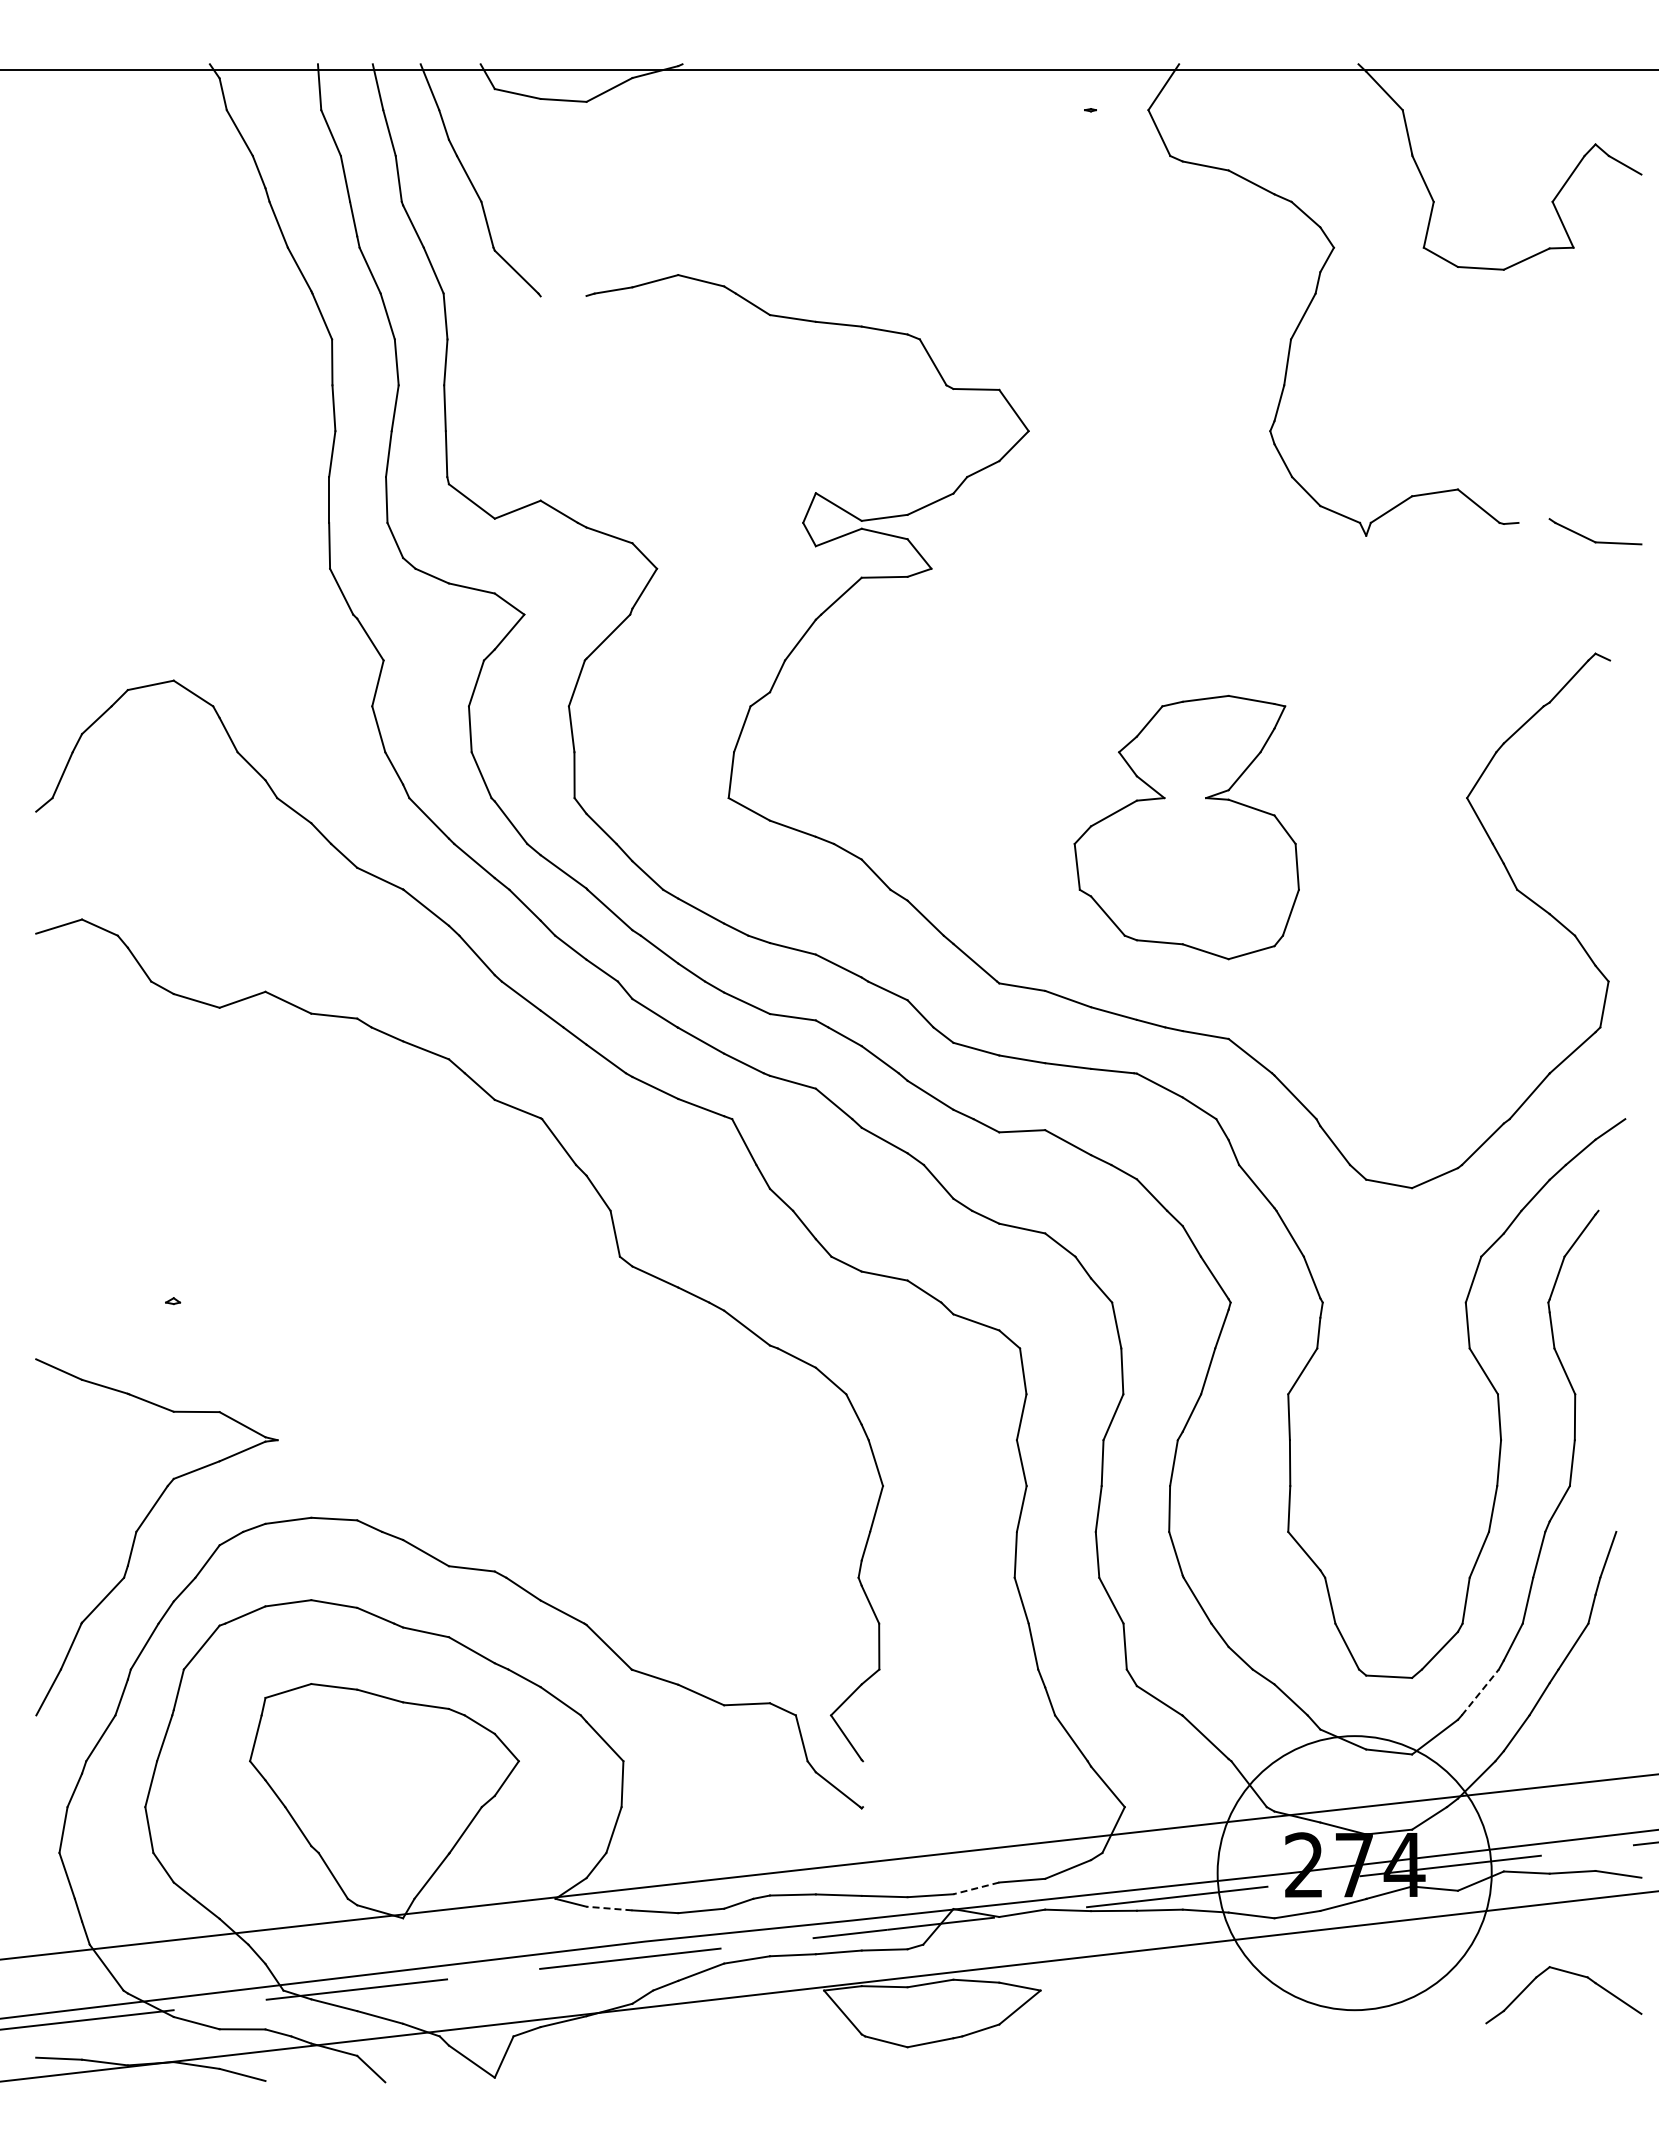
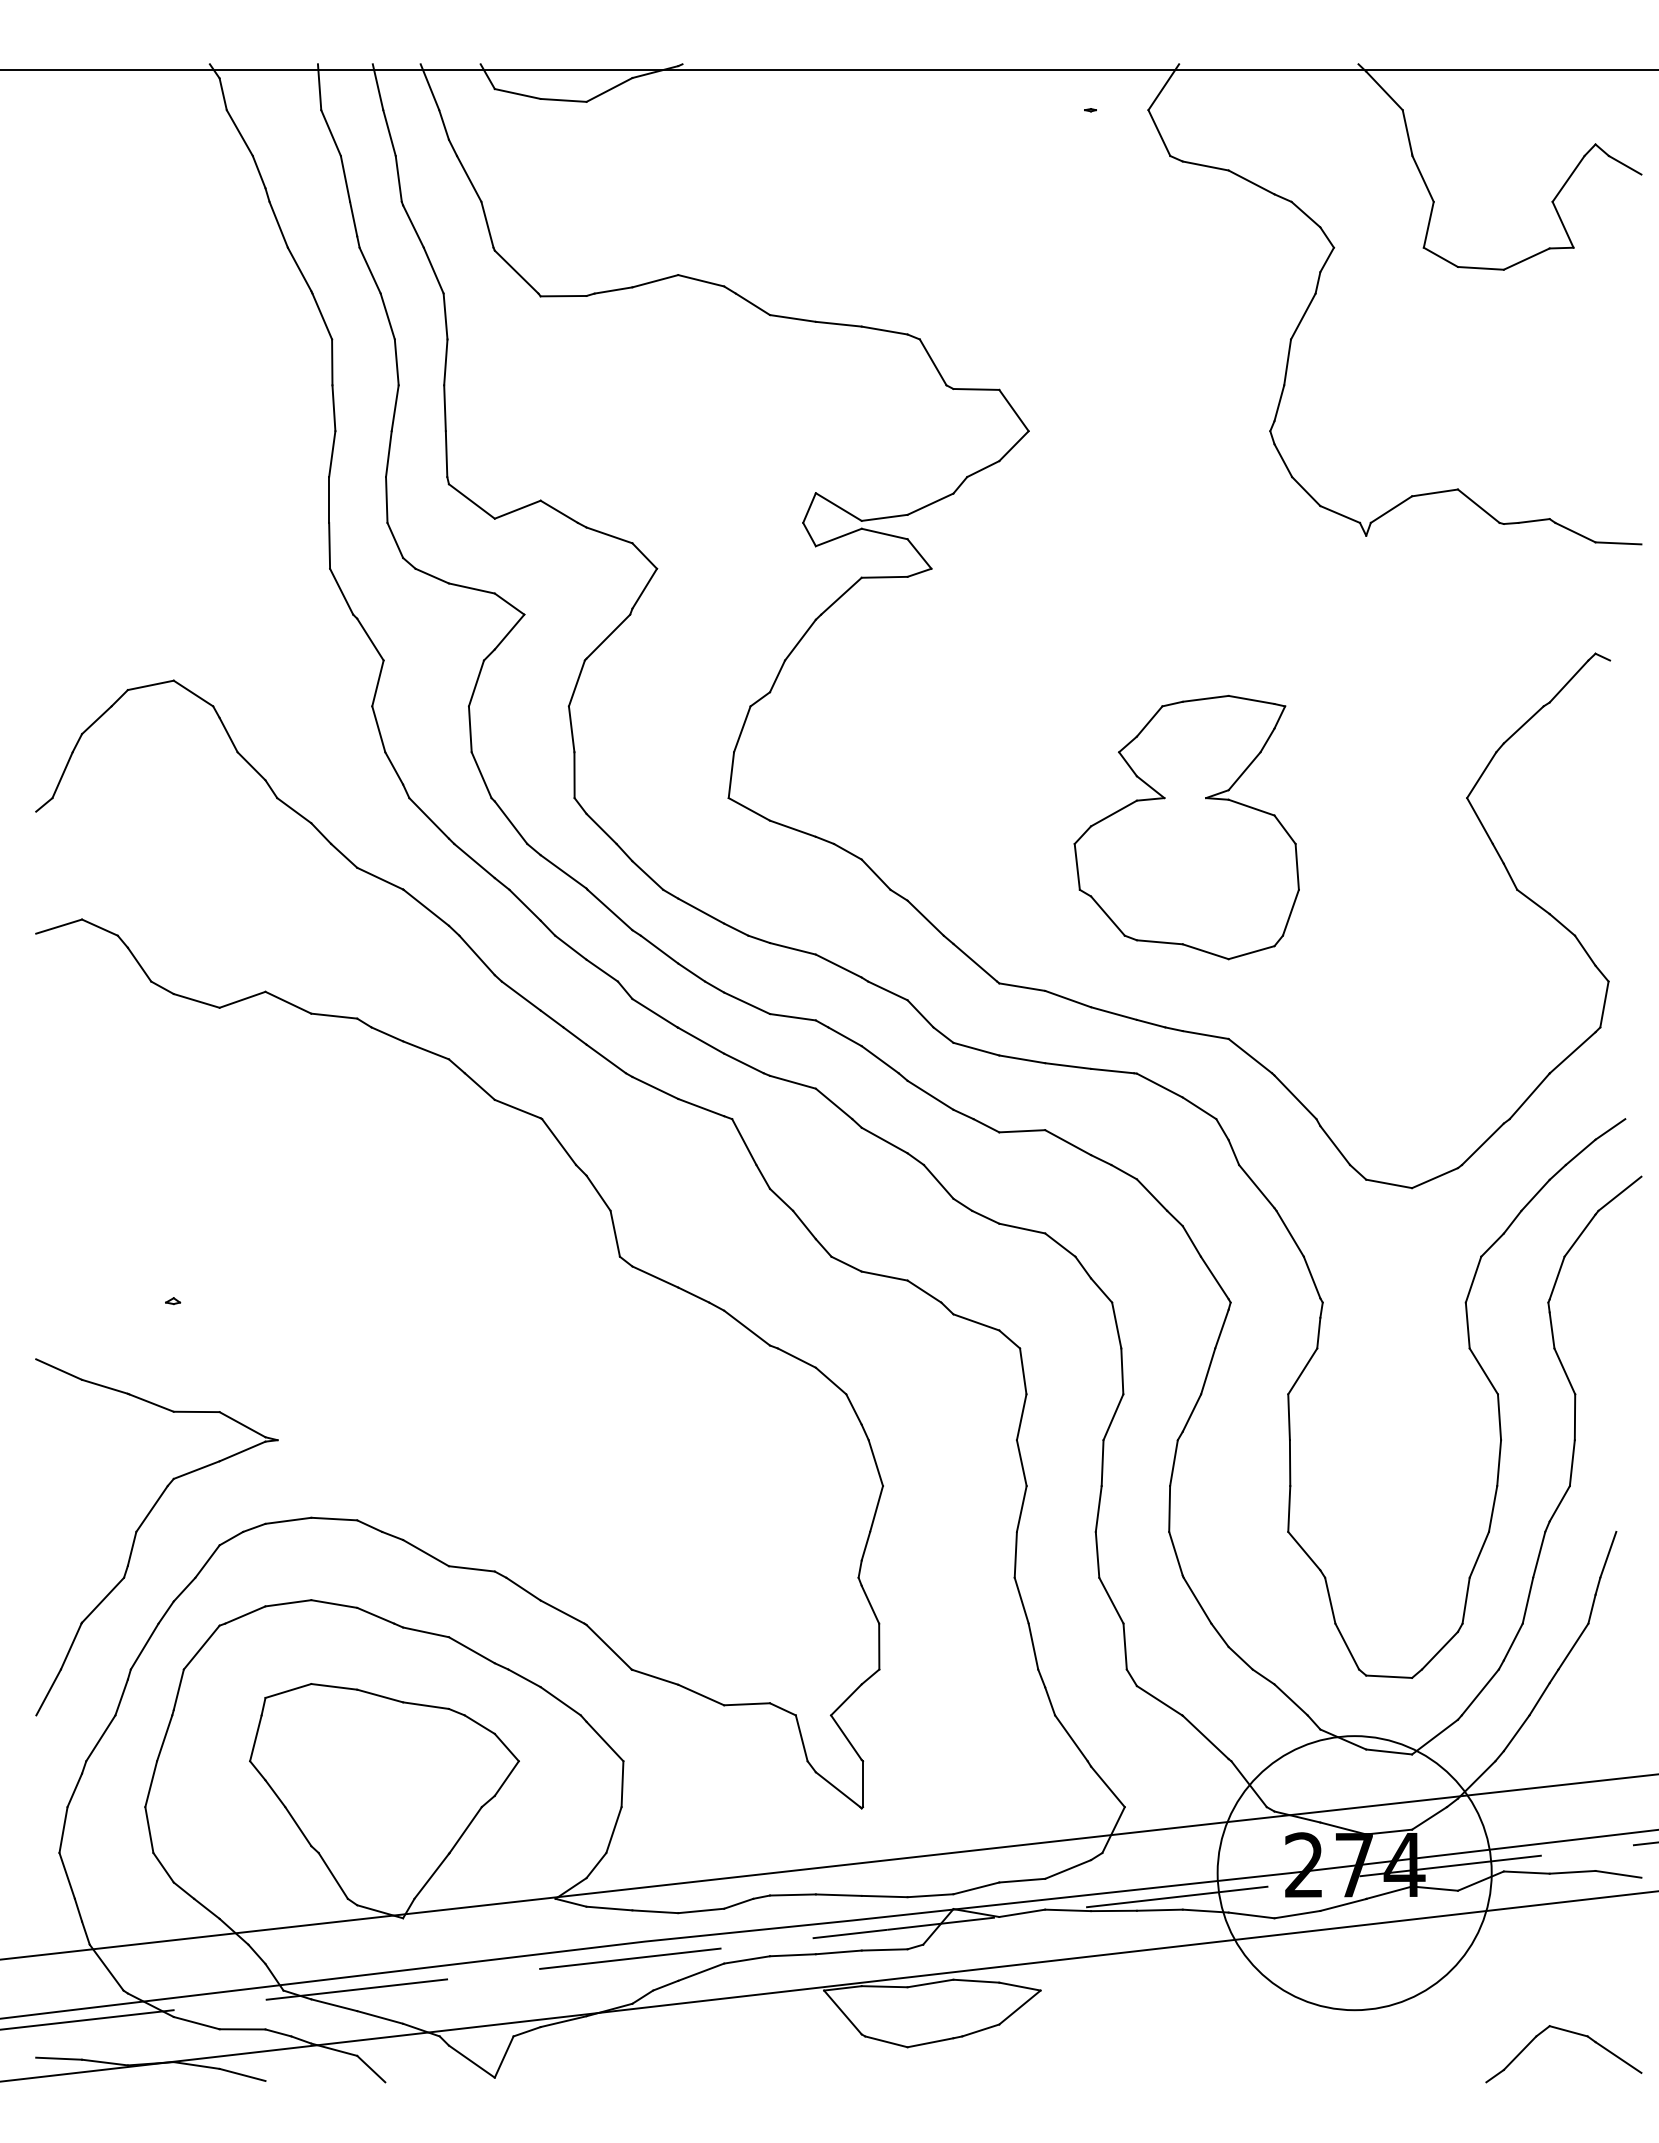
line at (563, 295): none -> present
line at (1533, 520): none -> present
line at (1619, 1193): none -> present
line at (1480, 1692): dashed -> solid
line at (863, 1784): none -> present
line at (976, 1888): dashed -> solid
line at (608, 1908): dashed -> solid
part at (1568, 1973) position: (1568, 1973) -> (1568, 2032)
